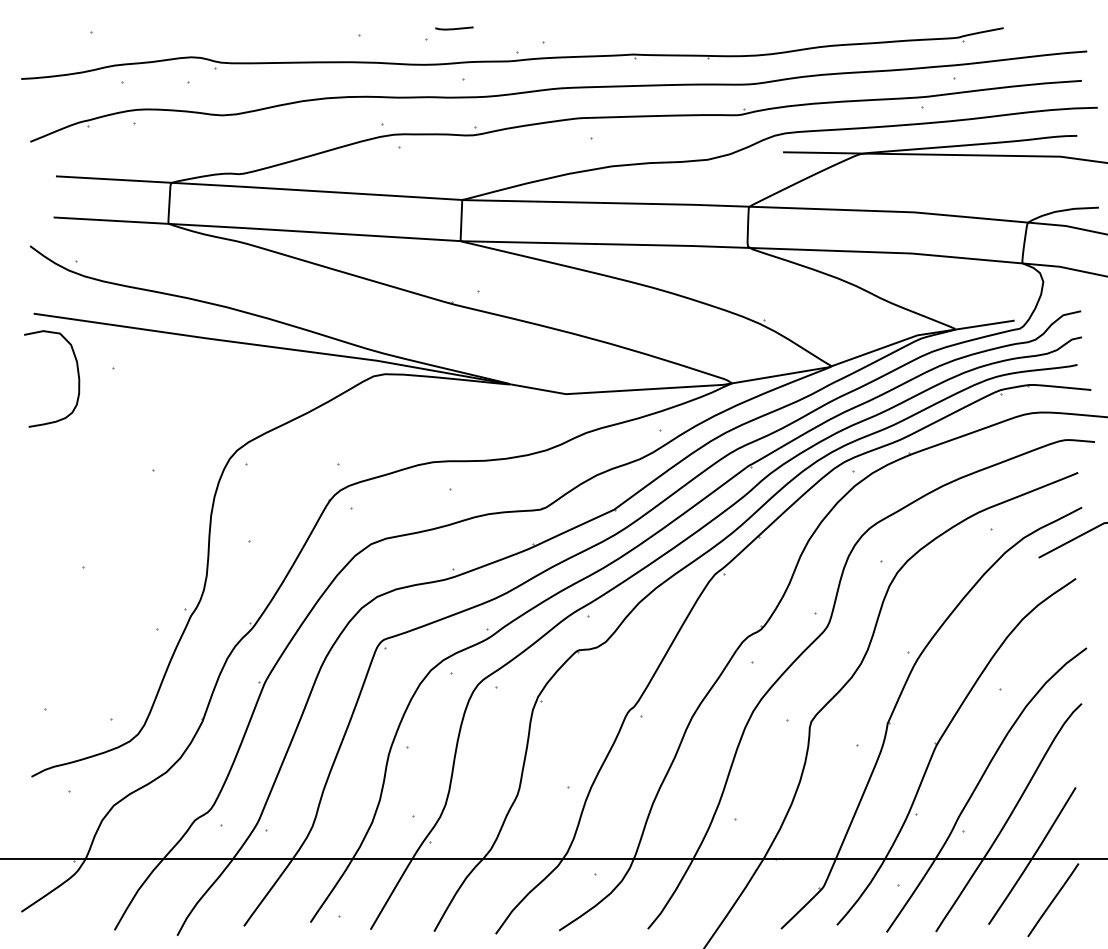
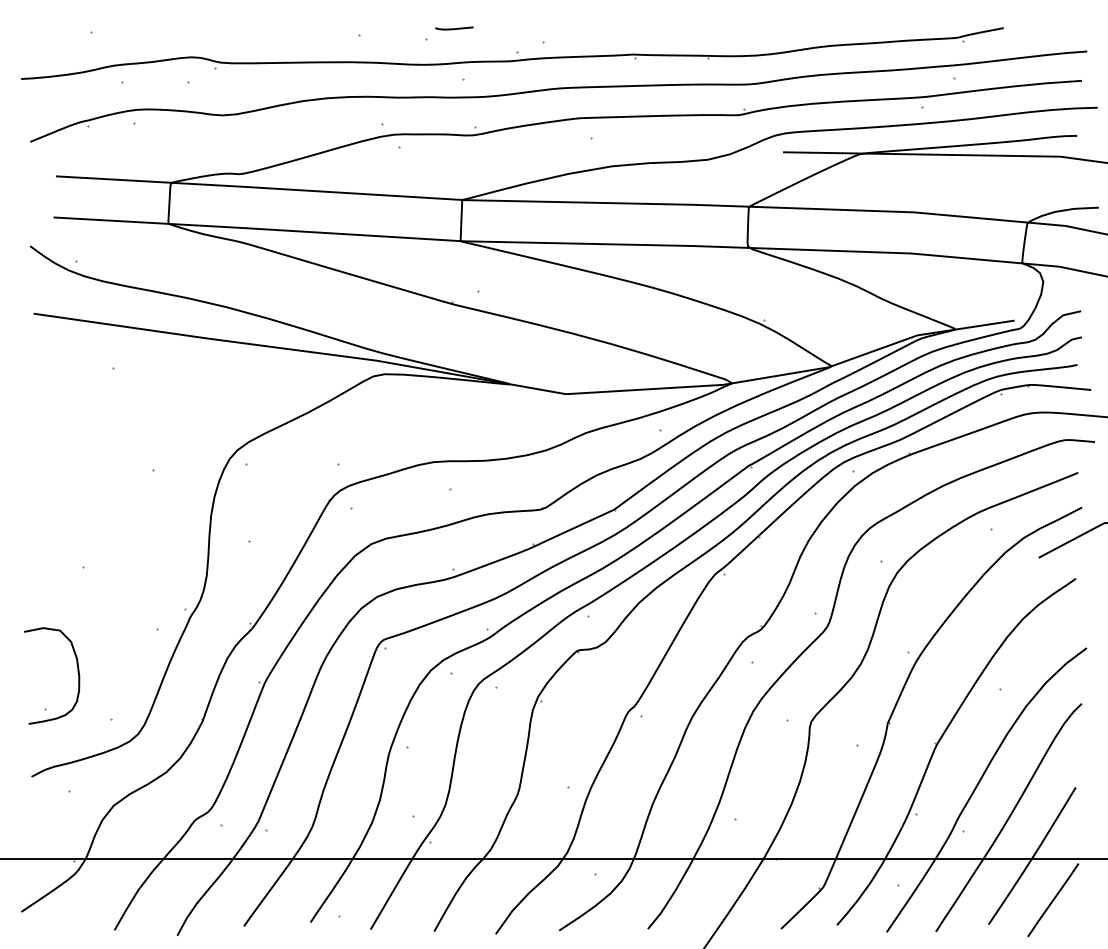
curve at (77, 375) position: (77, 375) -> (77, 672)
